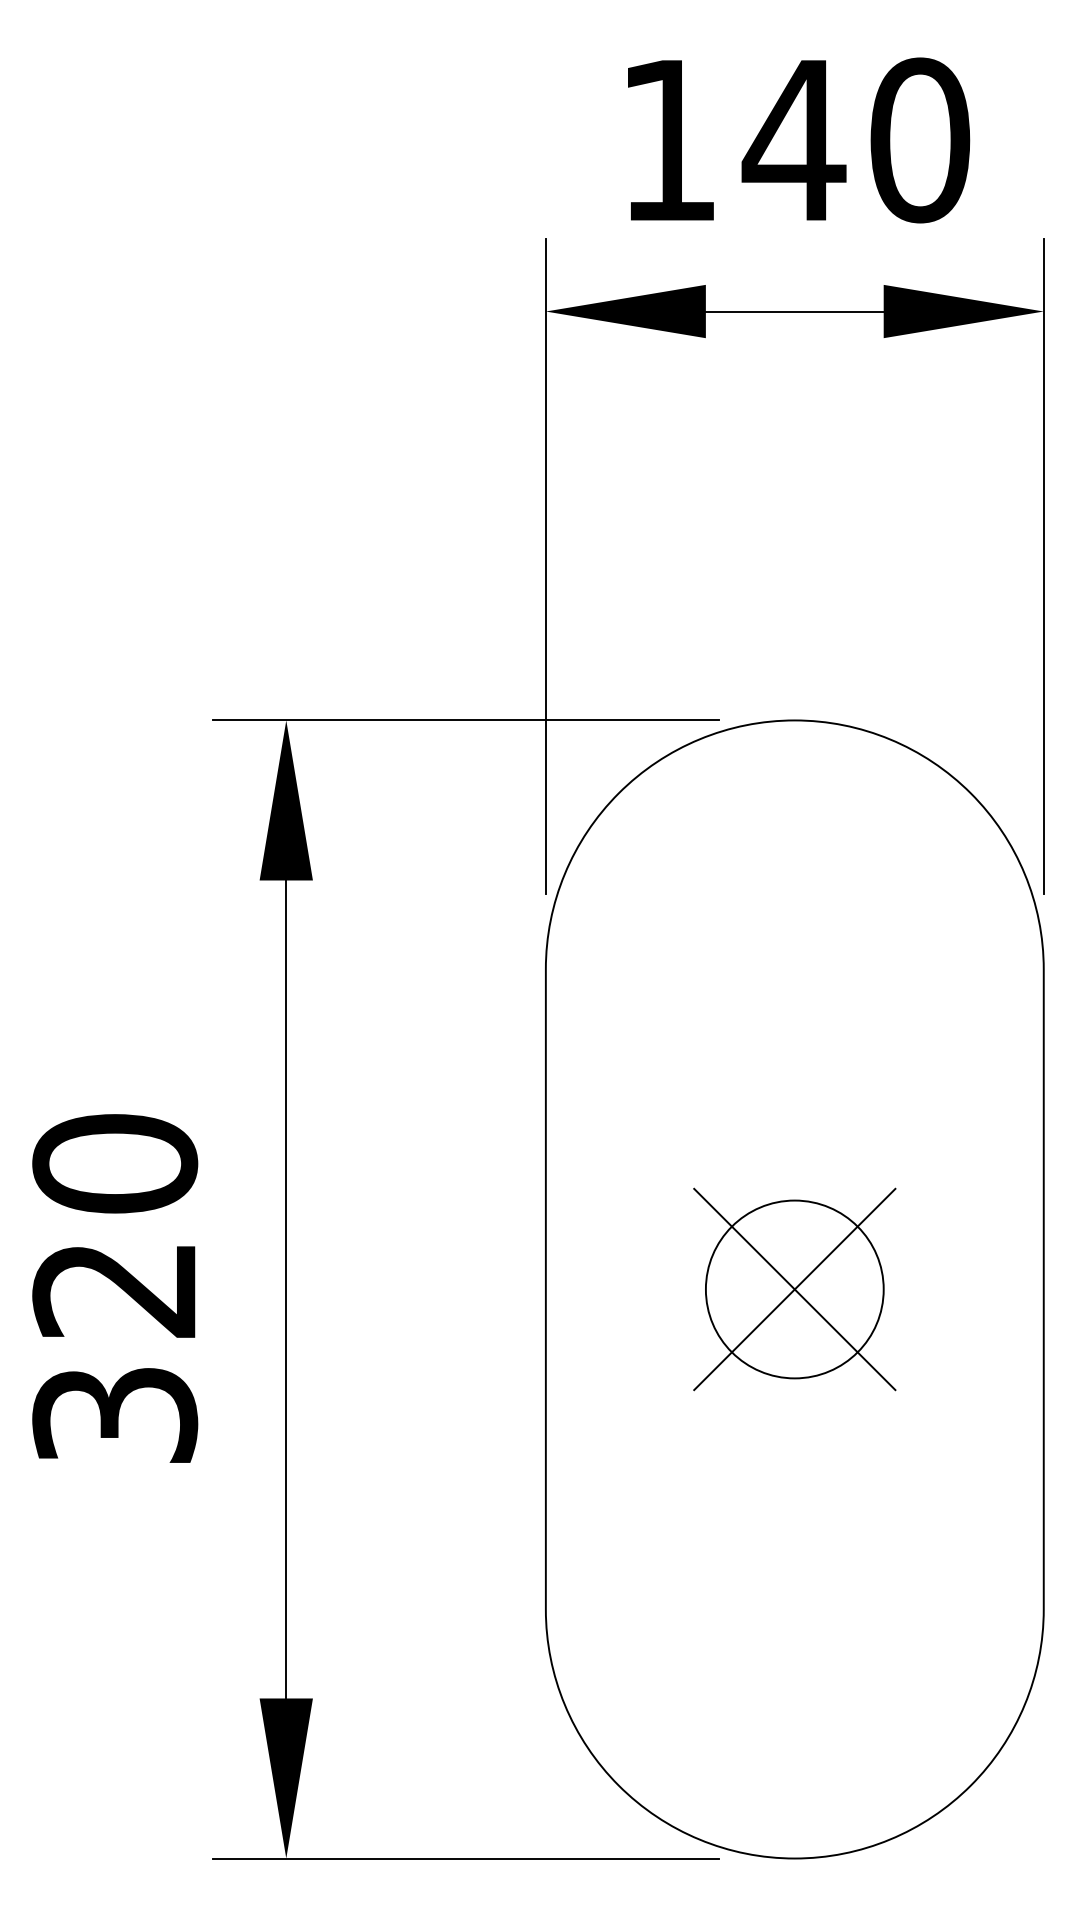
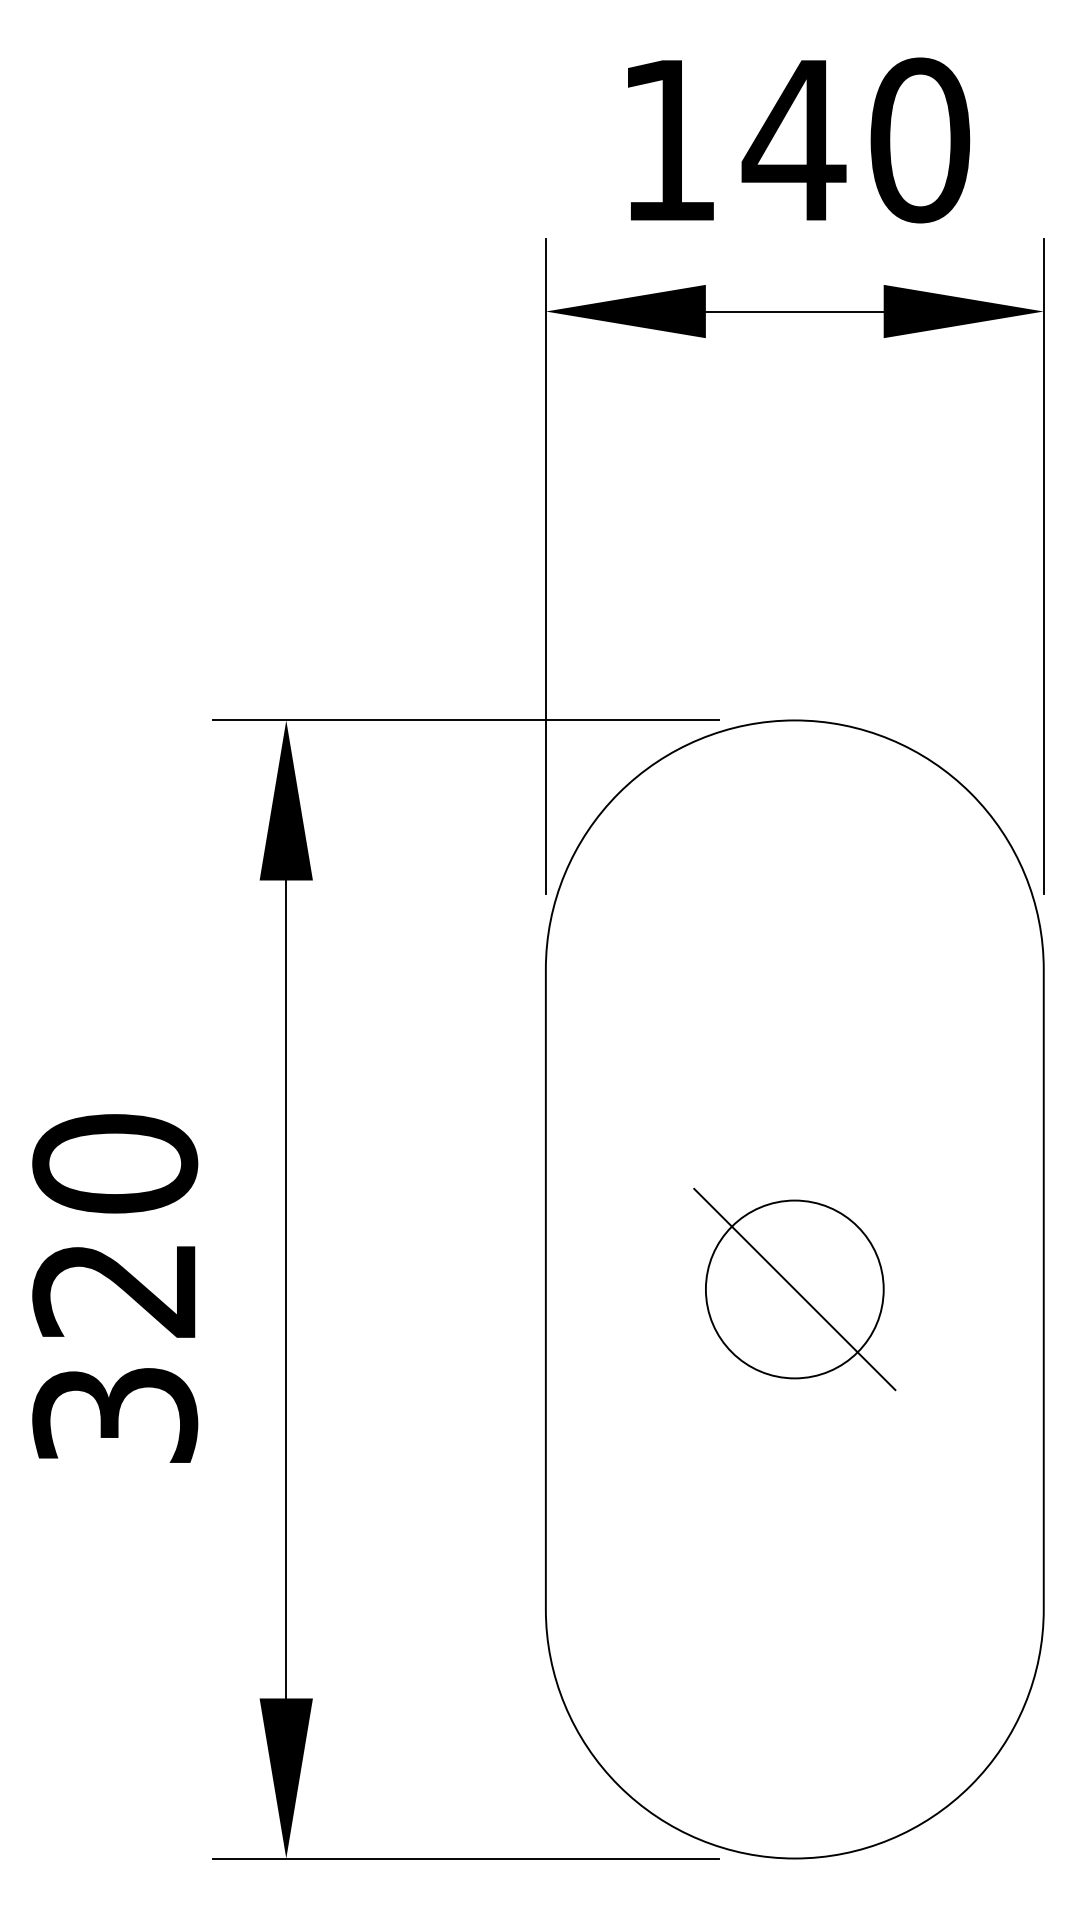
line at (794, 1289): present -> none
